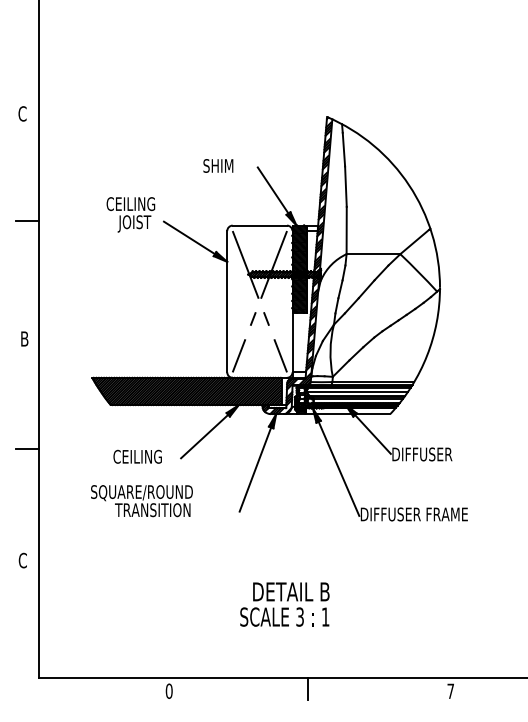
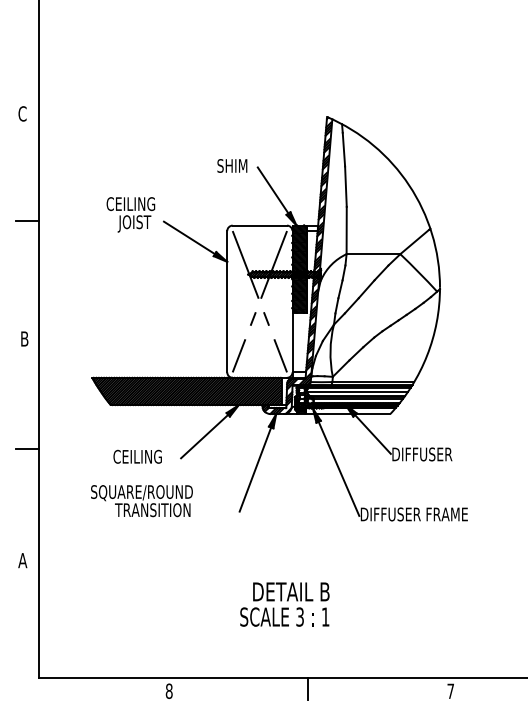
text at (218, 165) position: (218, 165) -> (232, 165)
text at (22, 560): C -> A
text at (168, 690): 0 -> 8
